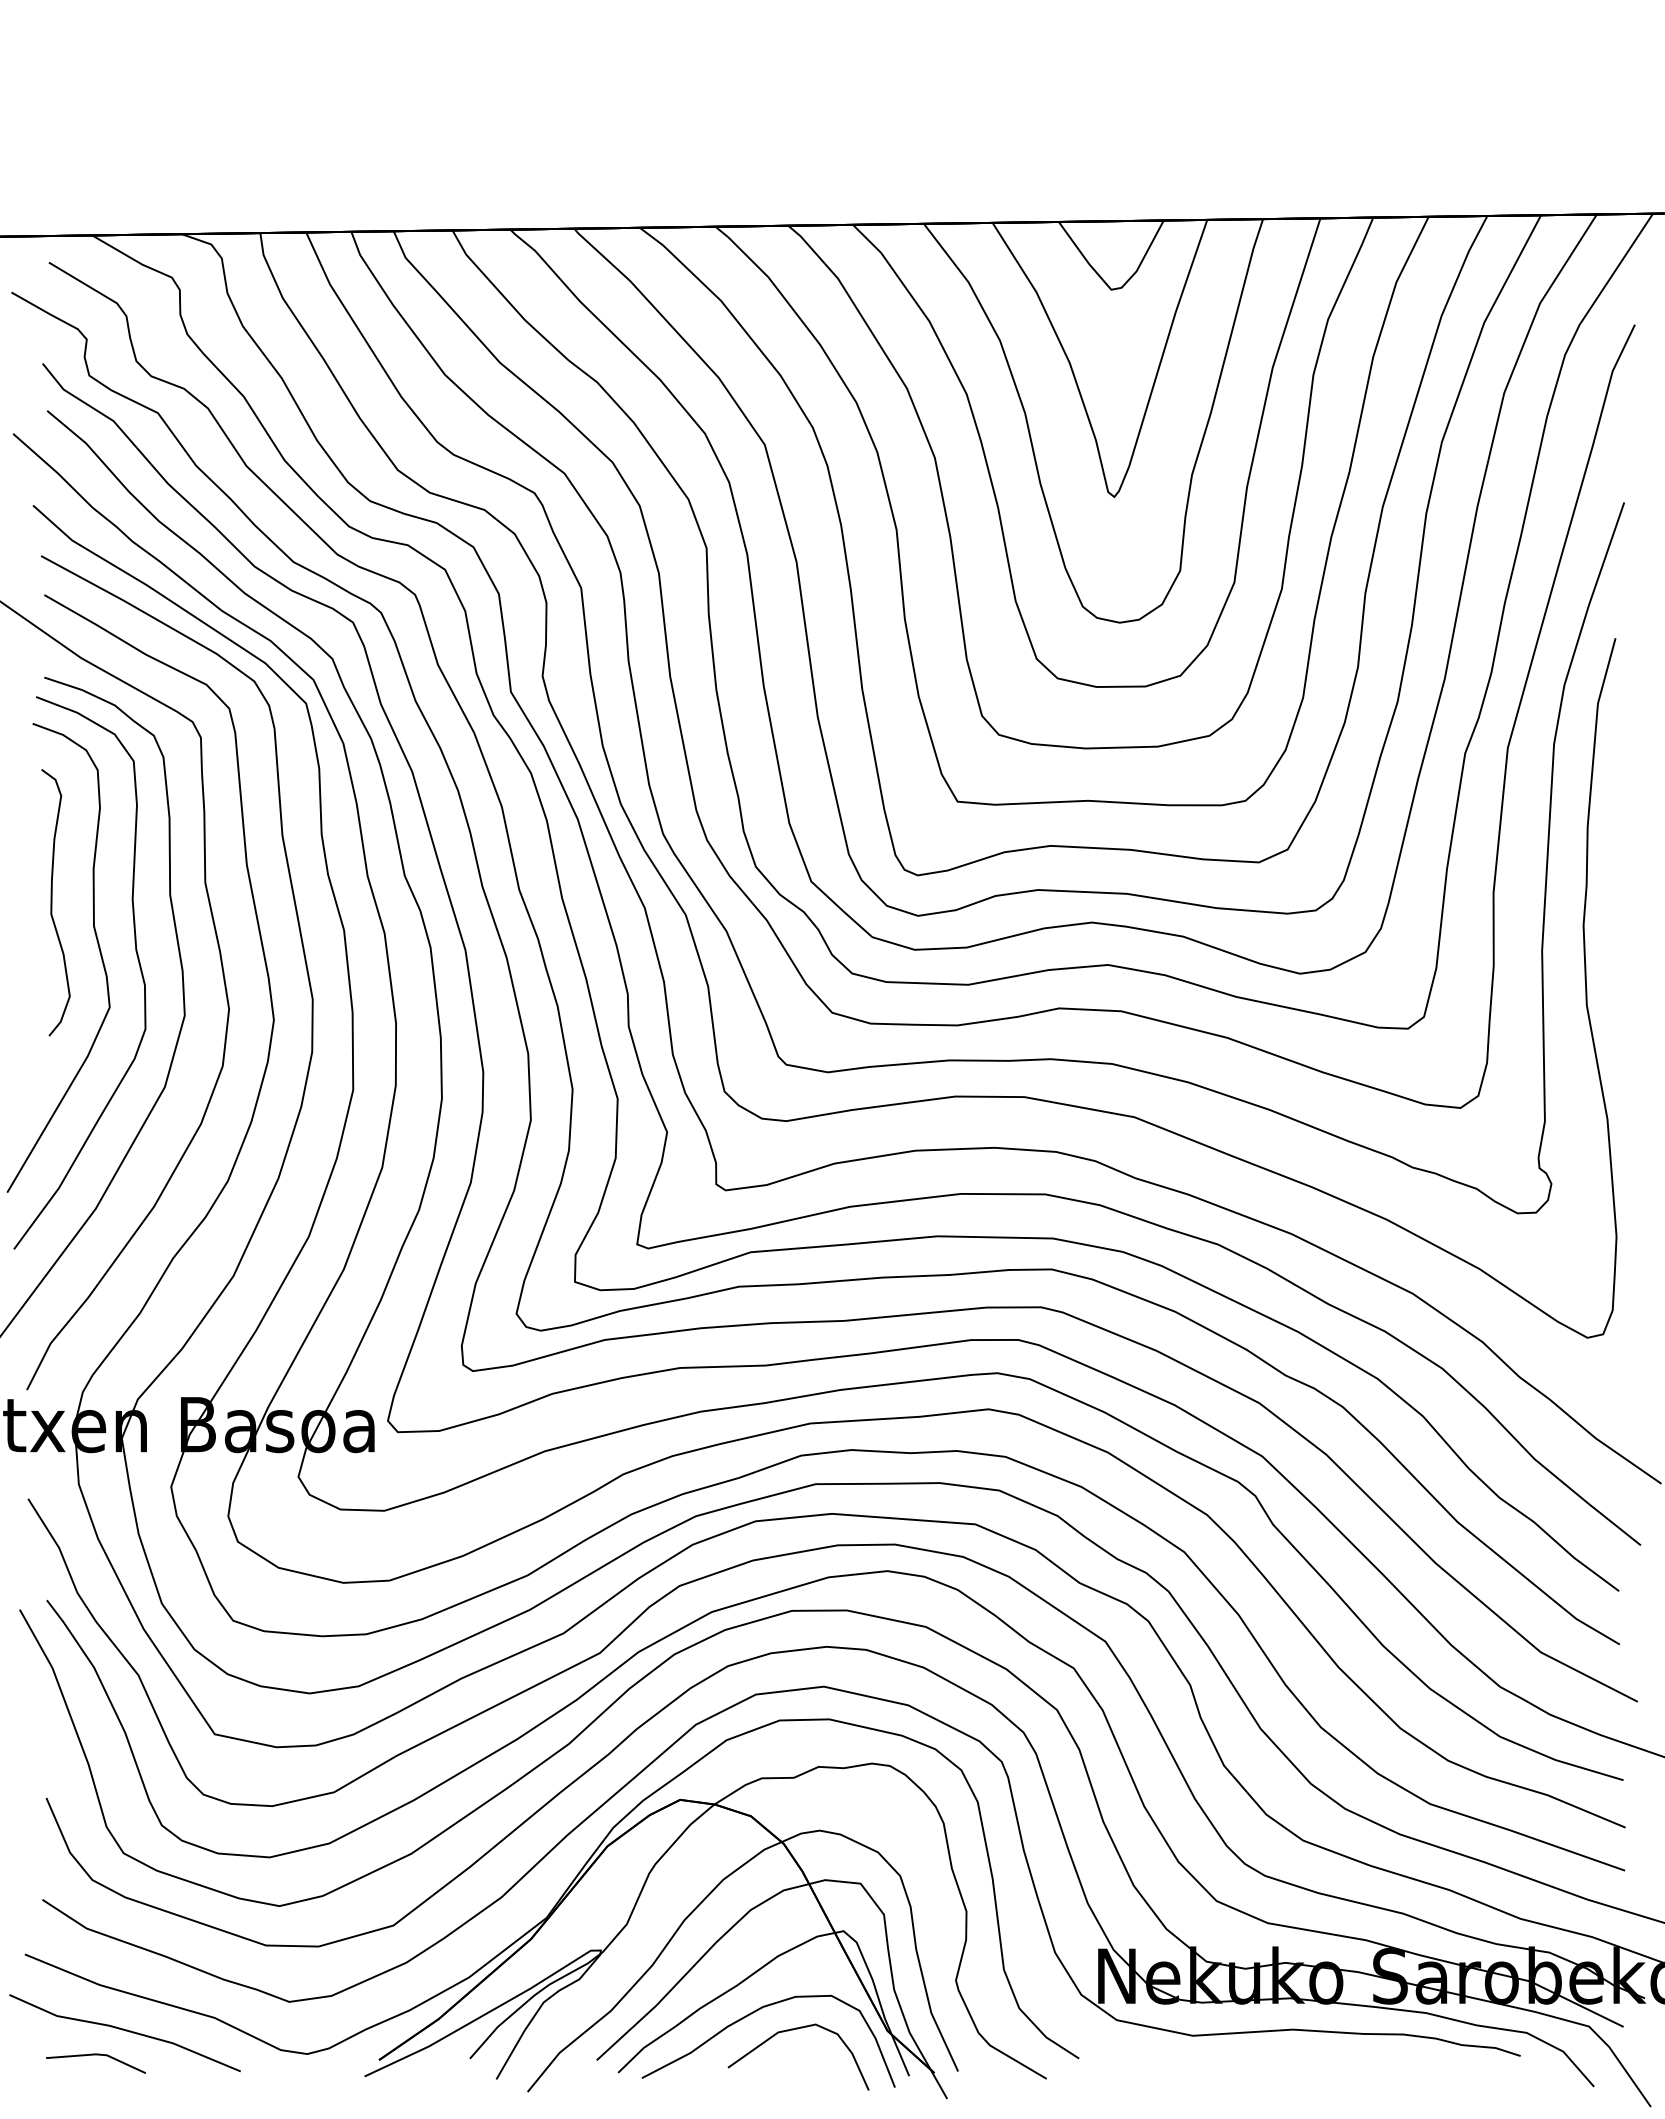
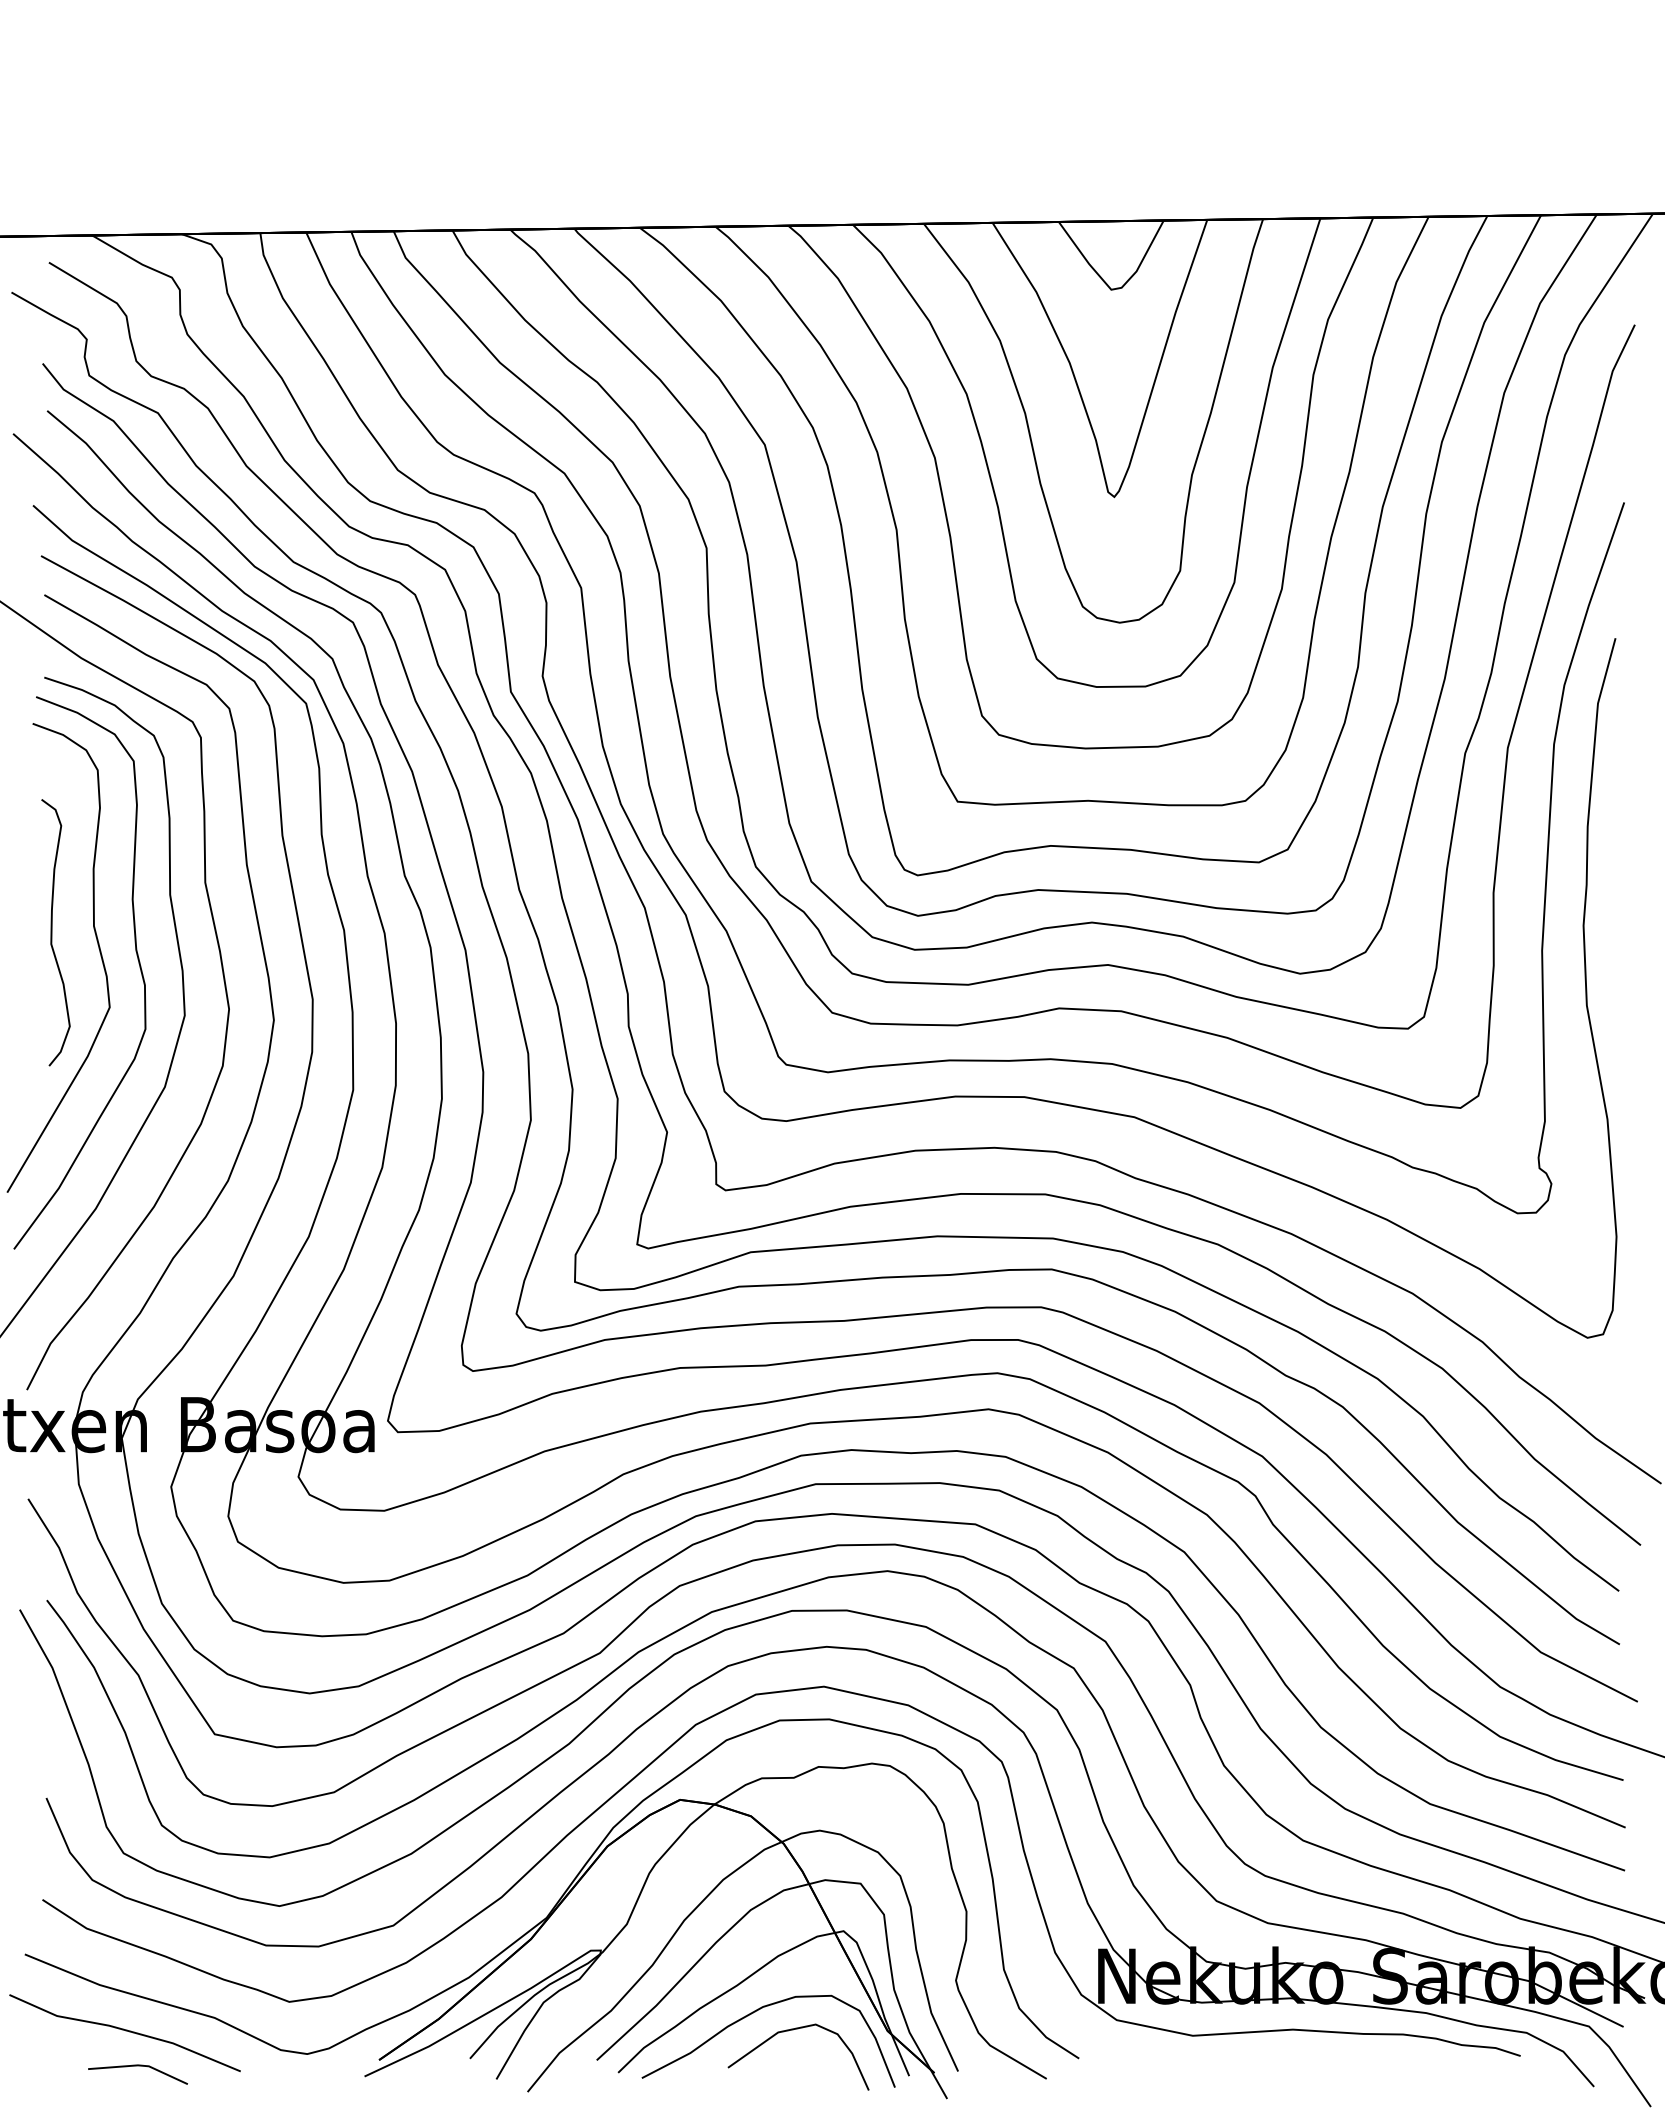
curve at (52, 902) position: (52, 902) -> (52, 932)
line at (95, 2055) position: (95, 2055) -> (137, 2066)
